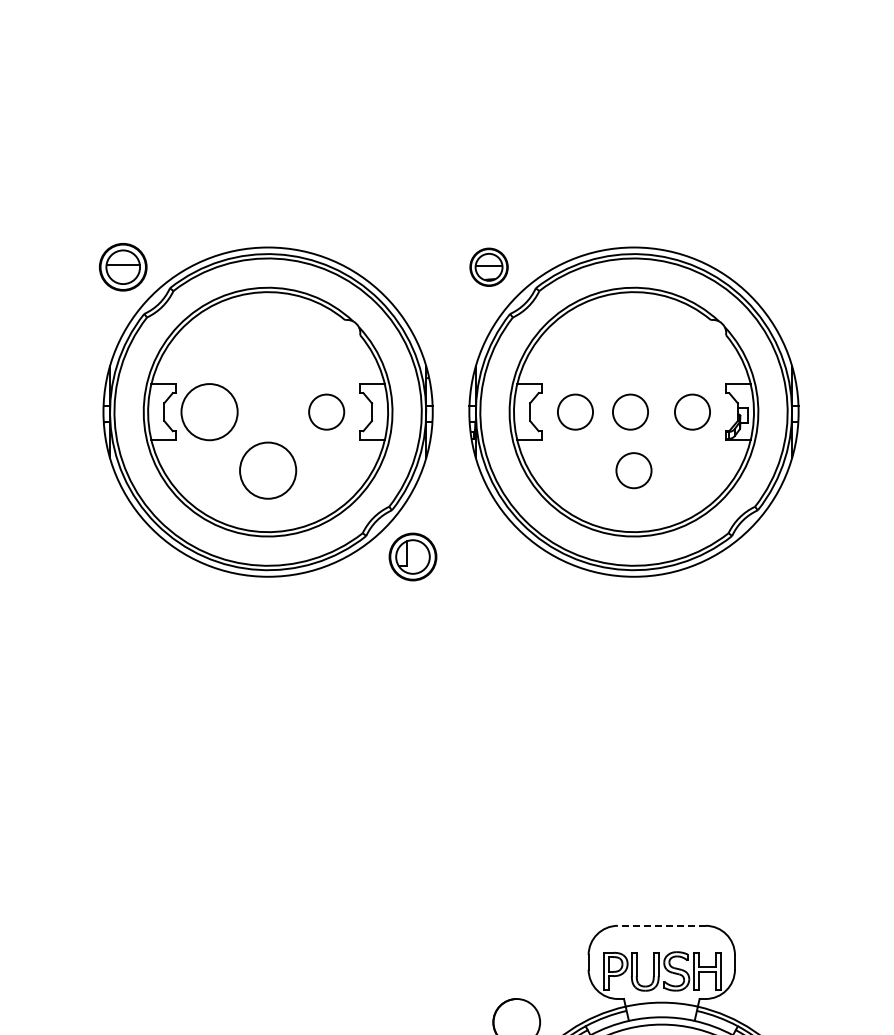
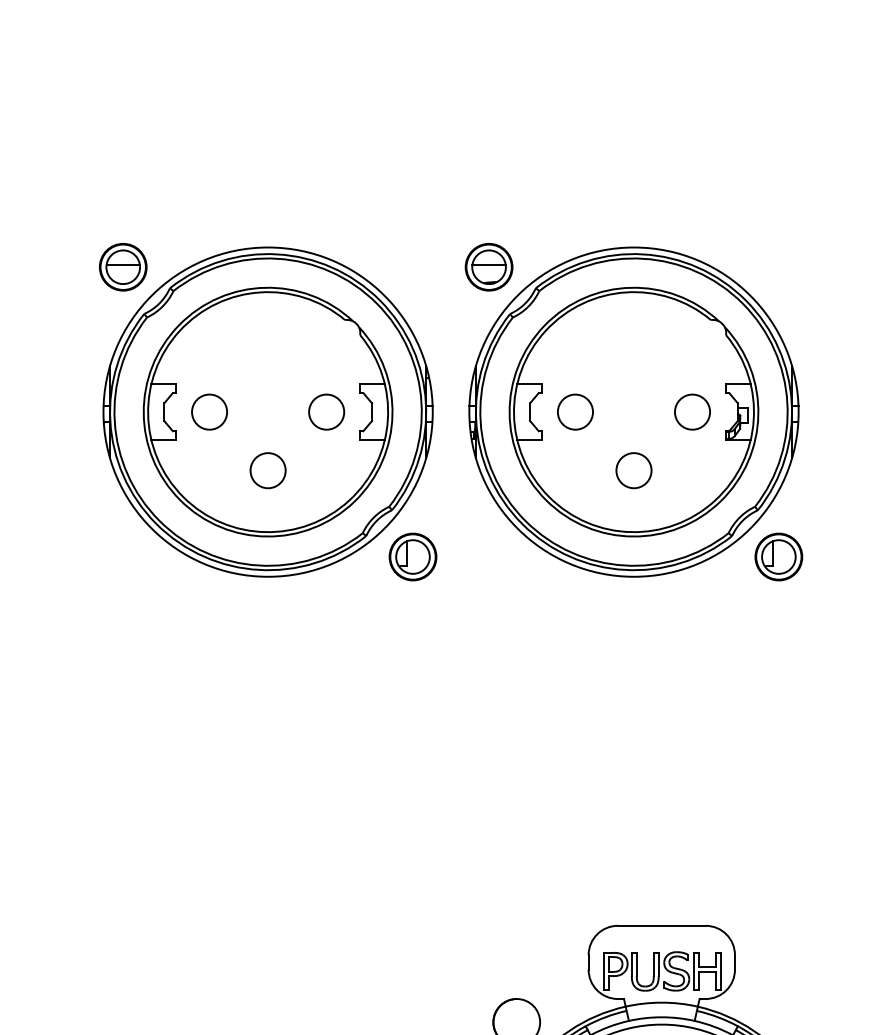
part at (488, 266) size: 40x40 px -> 50x49 px
circle at (630, 411): present -> none
circle at (209, 412) diameter: 56 px -> 35 px
circle at (268, 470) diameter: 56 px -> 35 px
part at (778, 556): none -> present
line at (661, 925): dashed -> solid
